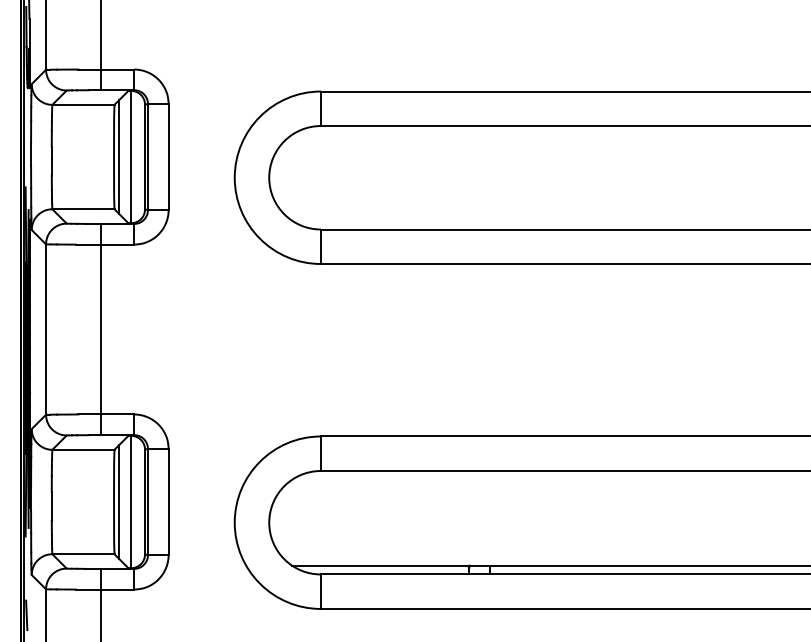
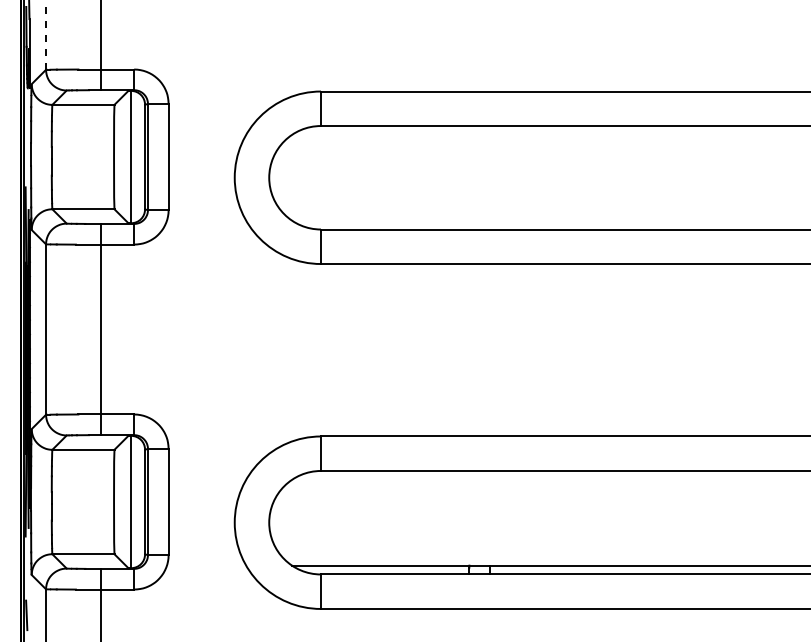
line at (46, 35): solid -> dashed
line at (119, 156): present -> none
line at (119, 501): present -> none
